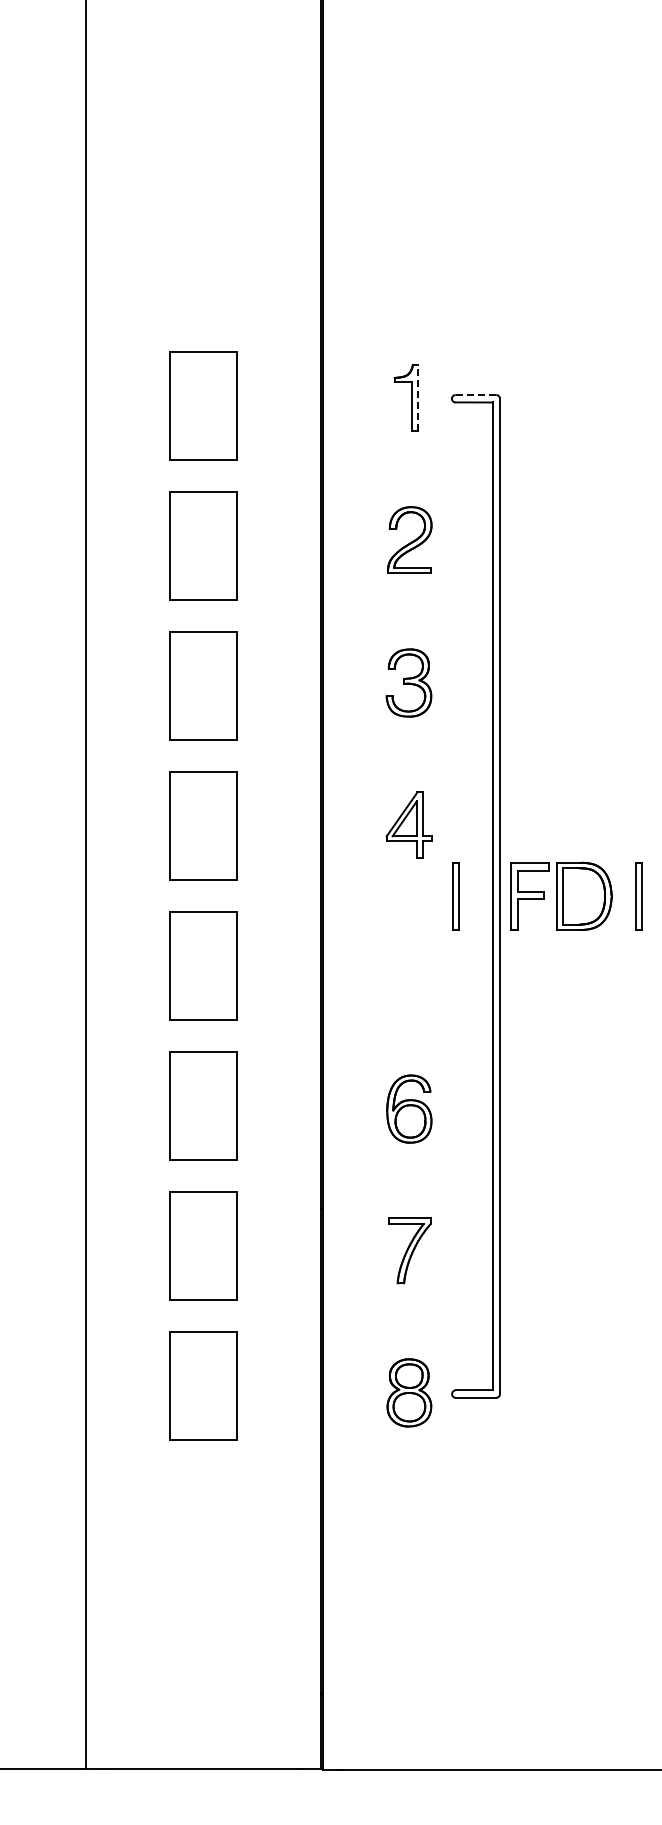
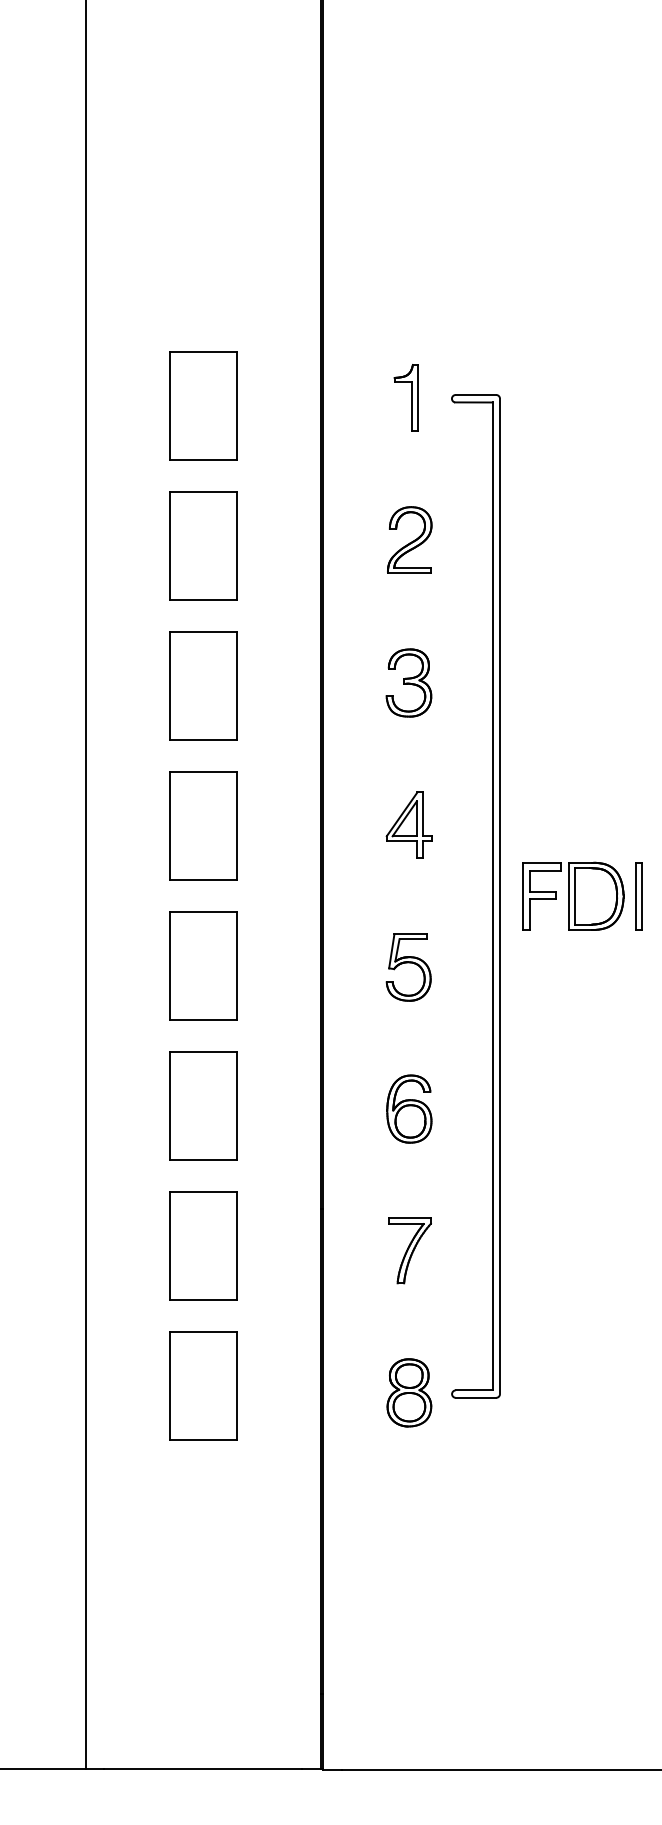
line at (475, 395): dashed -> solid
line at (417, 397): dashed -> solid
part at (561, 895) position: (561, 895) -> (573, 895)
part at (455, 896): present -> none
part at (408, 967): none -> present
